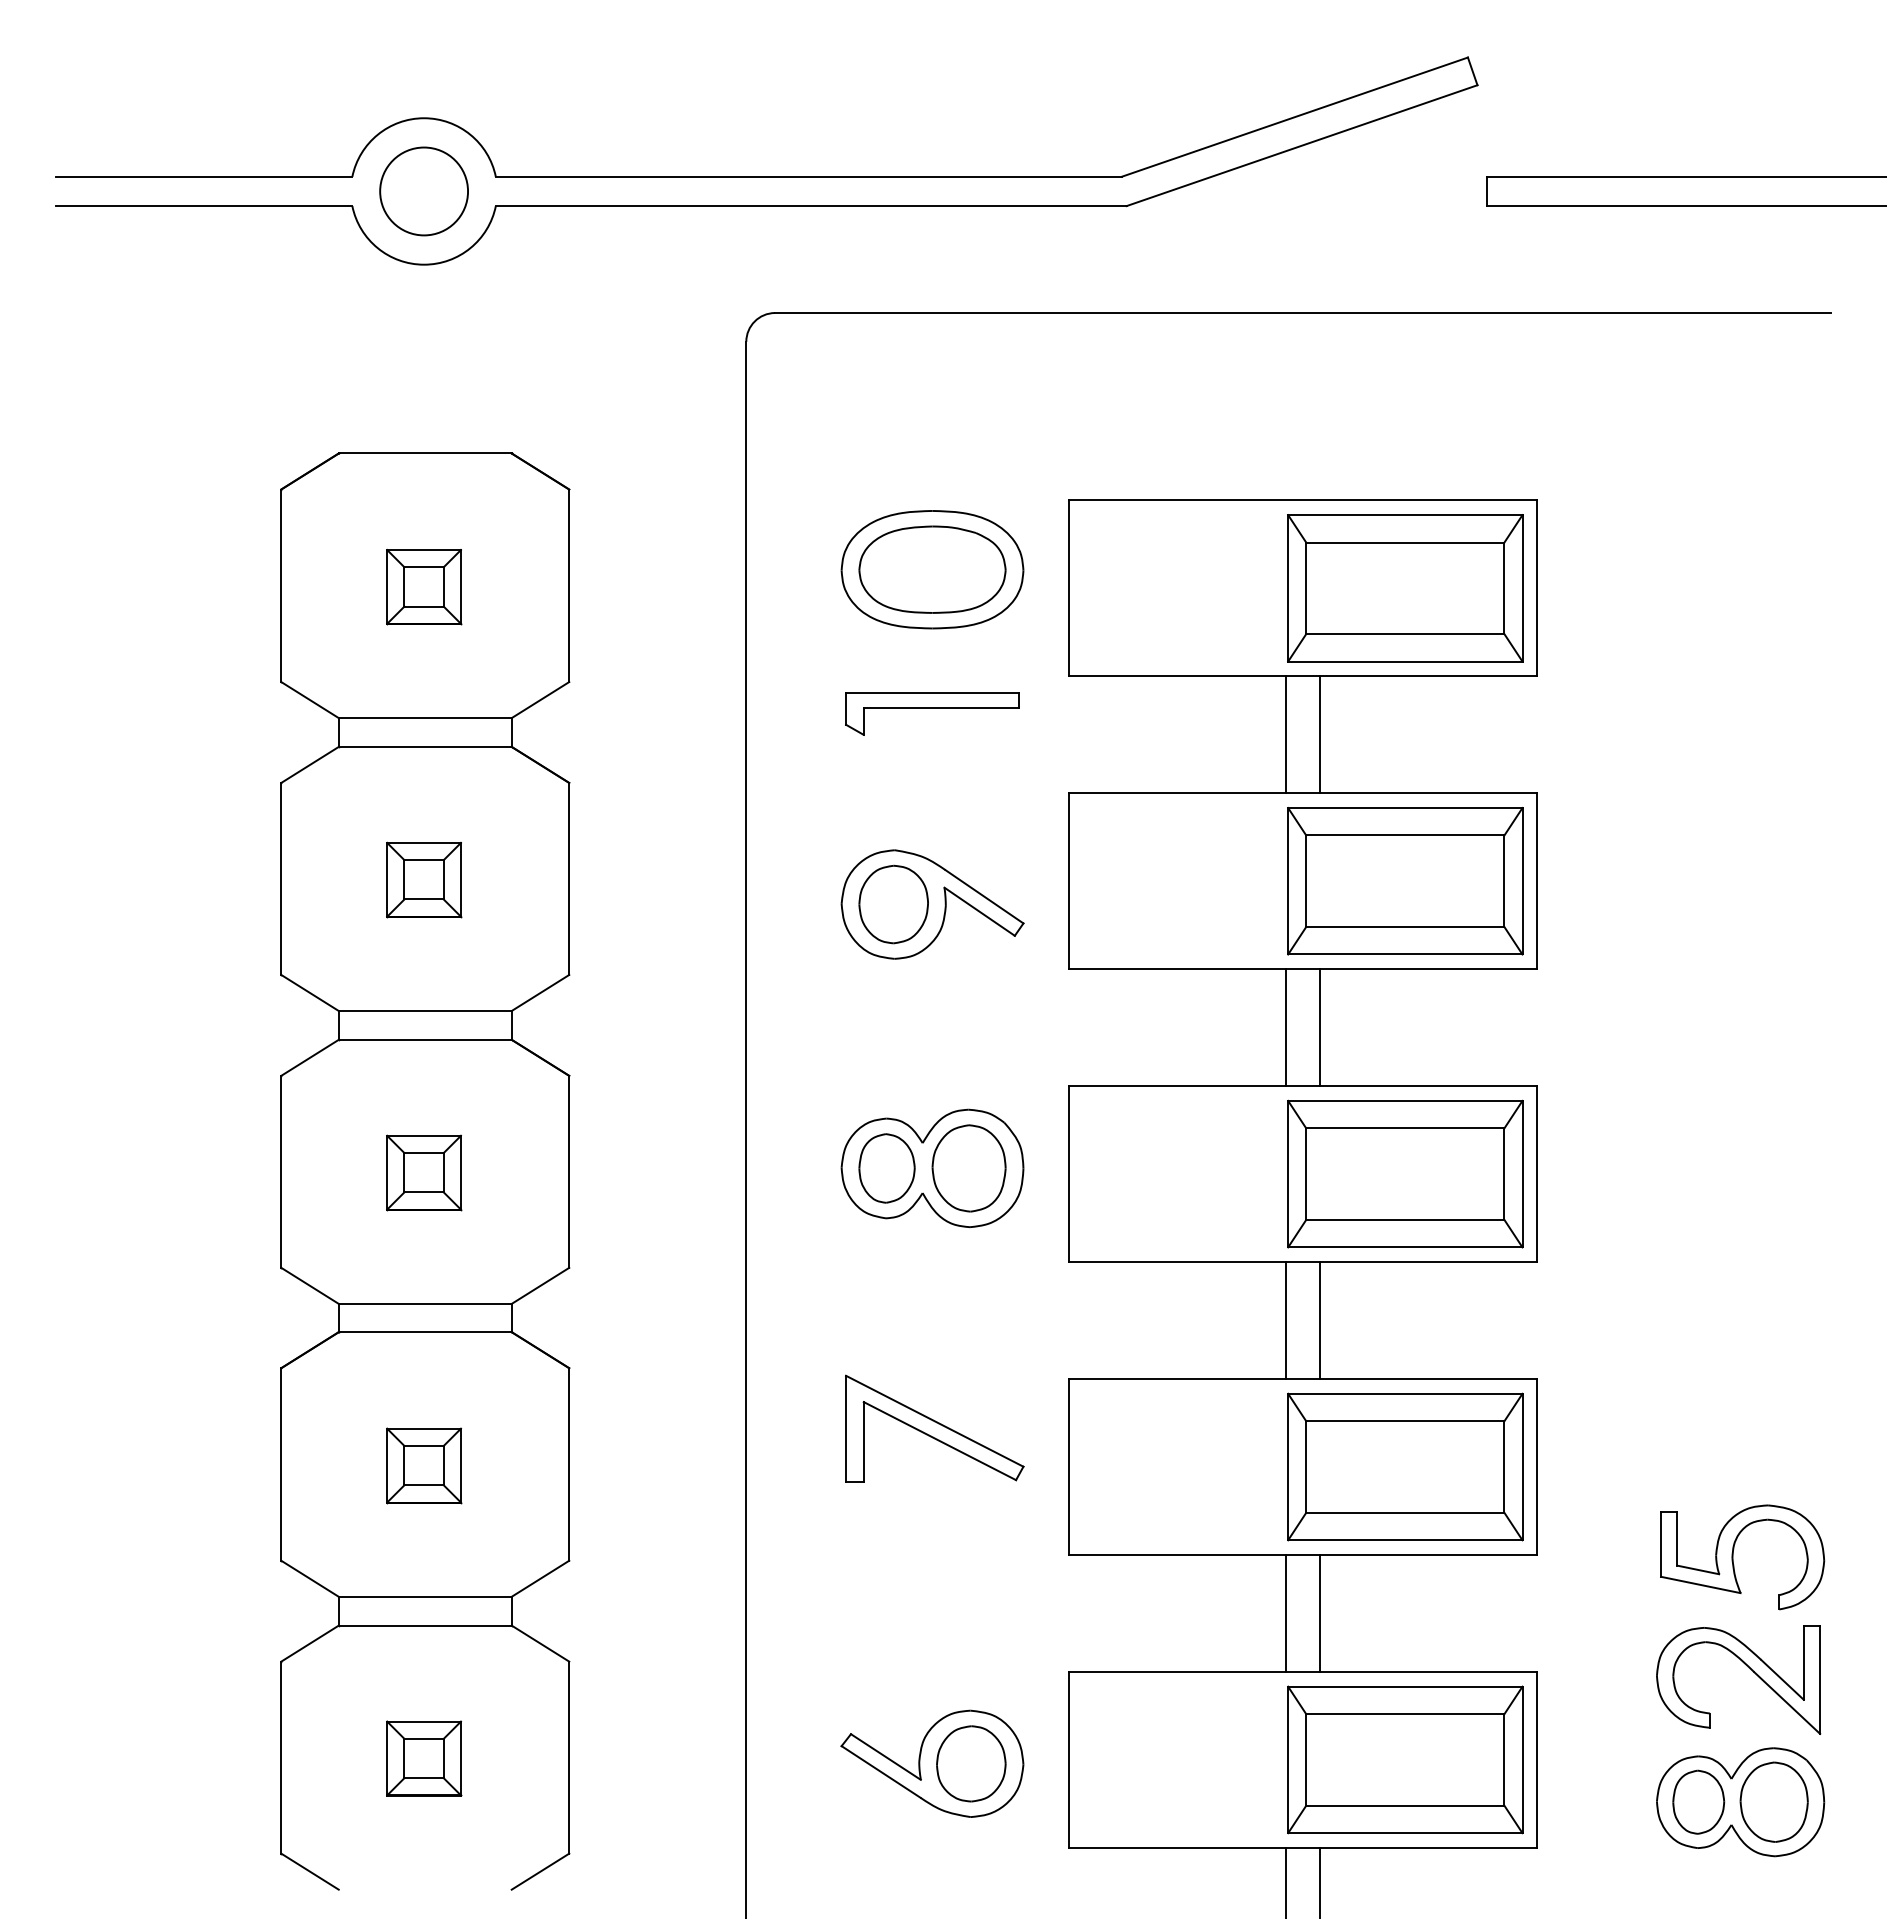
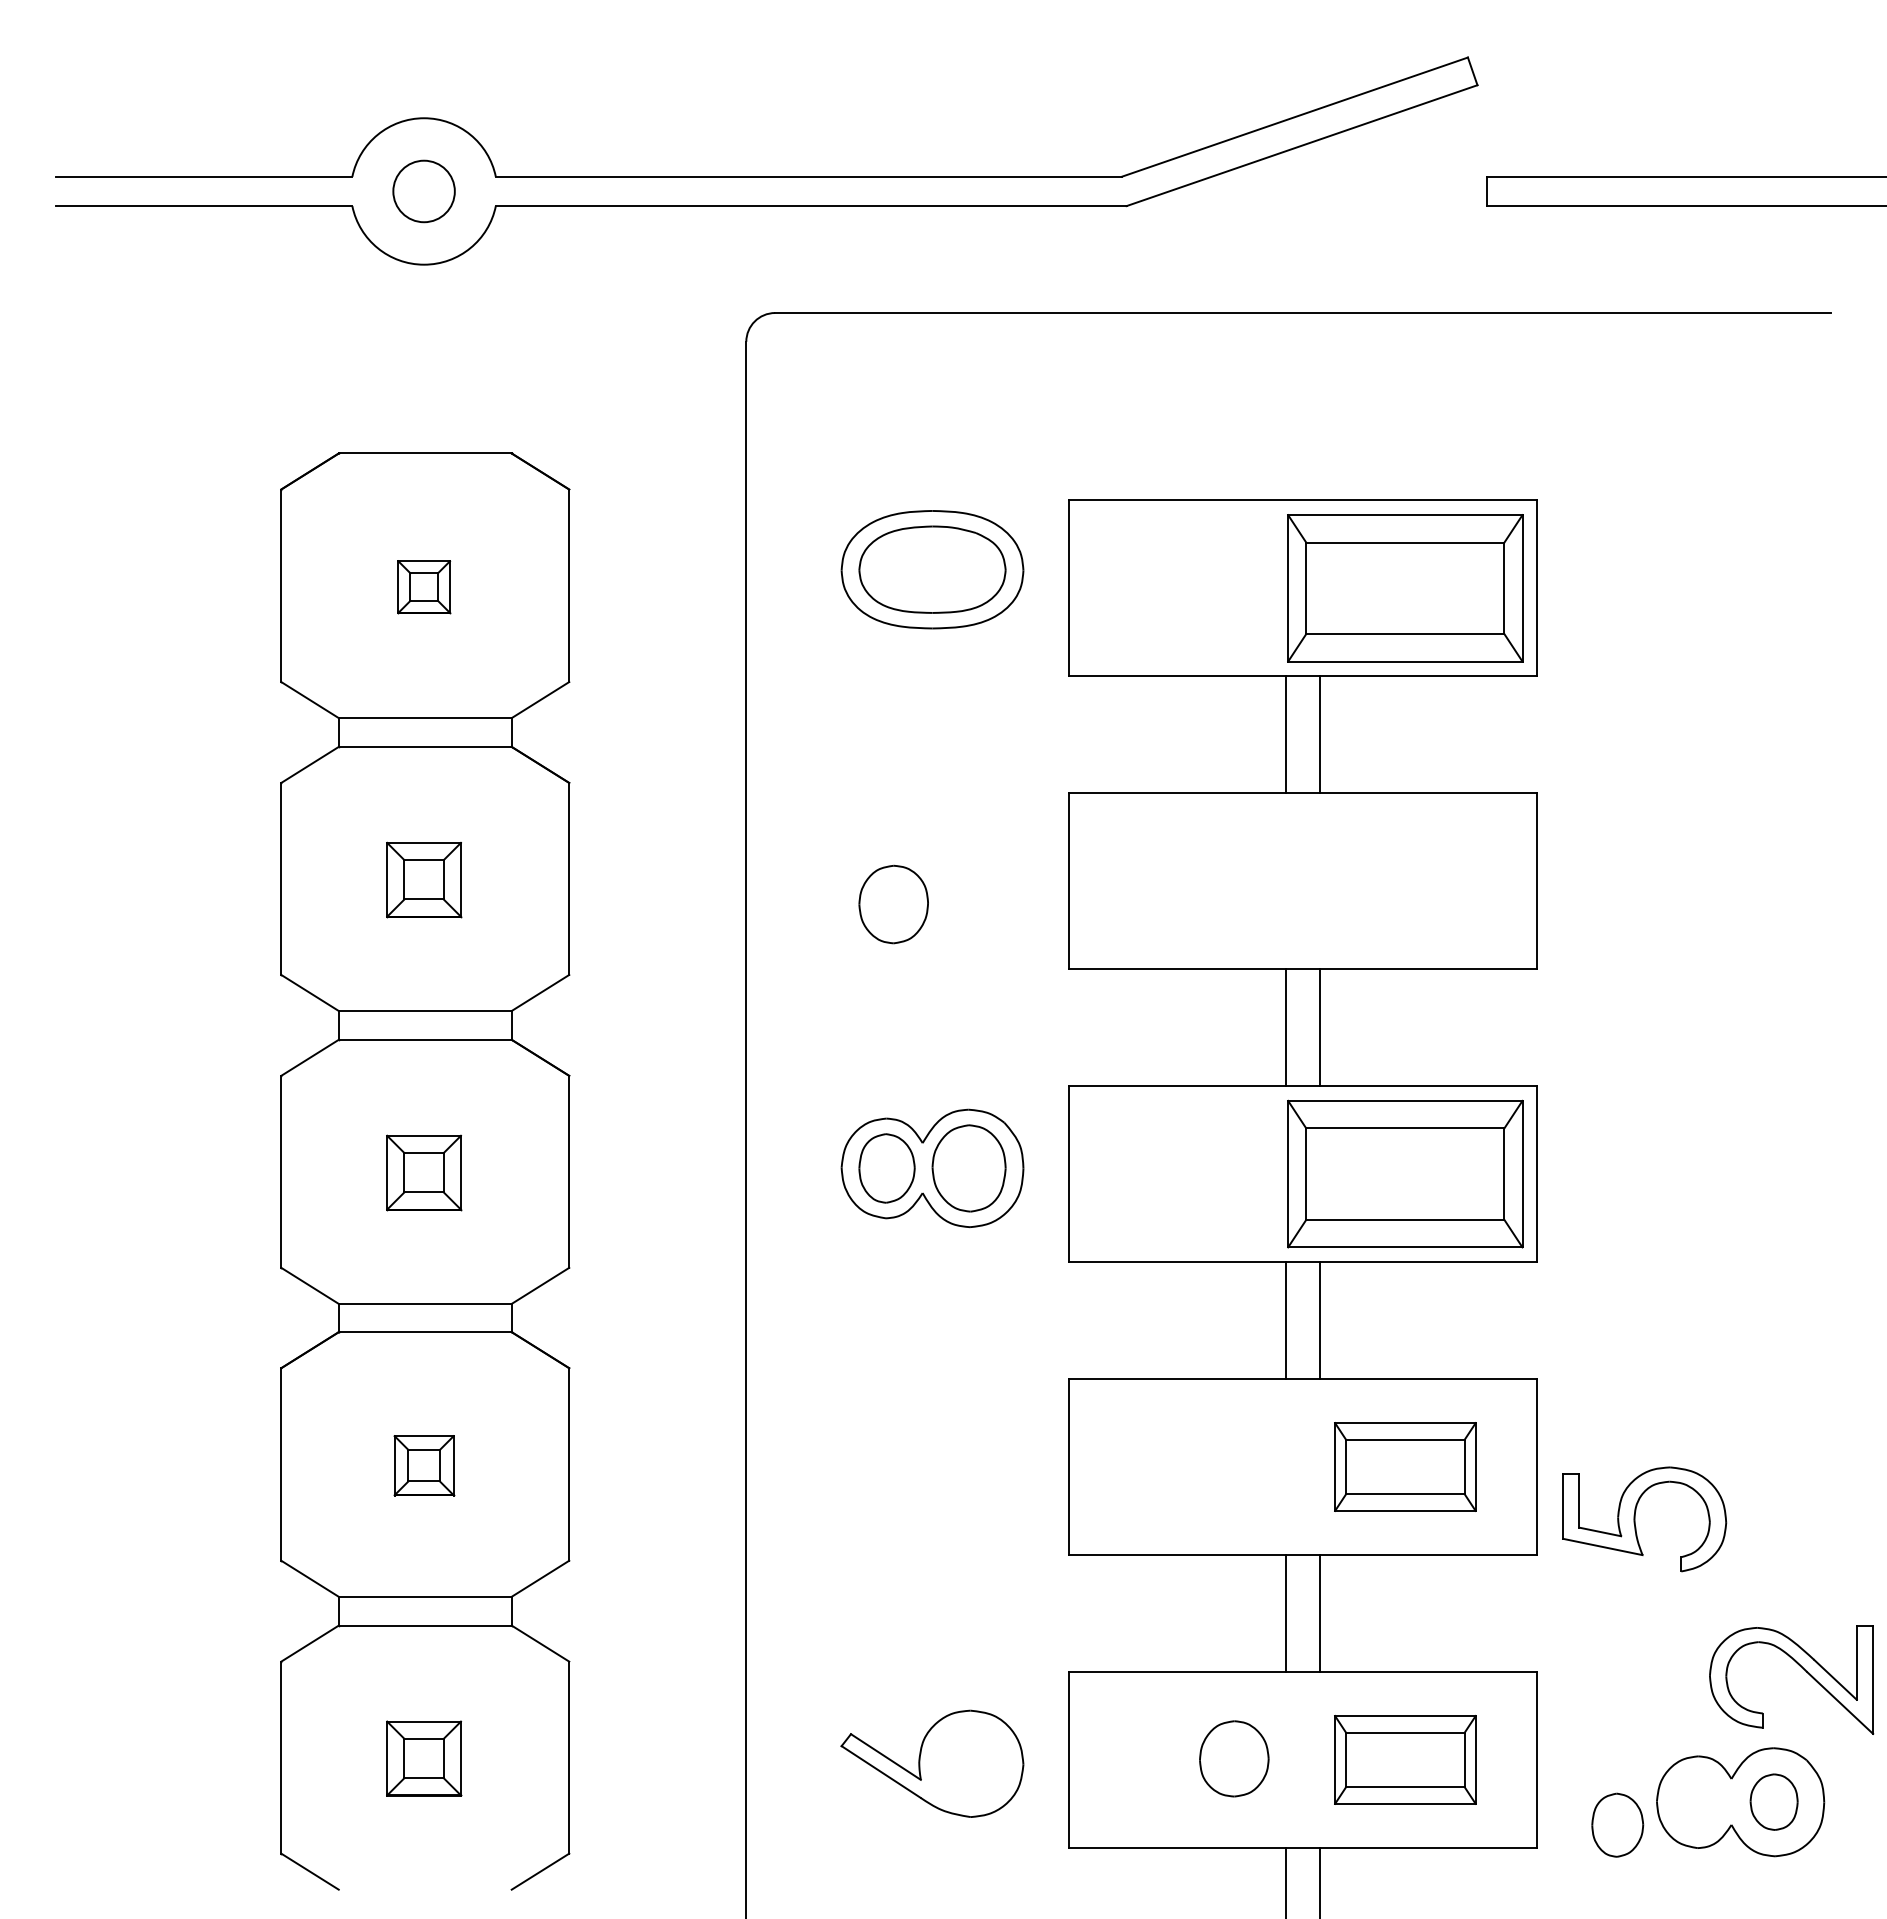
circle at (424, 191) diameter: 88 px -> 62 px
part at (424, 587) size: 77x77 px -> 55x55 px
part at (932, 713): present -> none
part at (1405, 881): present -> none
part at (932, 904): present -> none
part at (934, 1428): present -> none
part at (424, 1465) size: 77x78 px -> 63x62 px
part at (1405, 1466) size: 237x150 px -> 143x90 px
part at (1733, 1557) position: (1733, 1557) -> (1635, 1519)
part at (1746, 1666) position: (1746, 1666) -> (1799, 1666)
part at (1405, 1759) size: 237x150 px -> 143x90 px
part at (971, 1763) position: (971, 1763) -> (1234, 1758)
part at (1698, 1801) position: (1698, 1801) -> (1617, 1824)
part at (1773, 1801) size: 70x82 px -> 50x58 px
